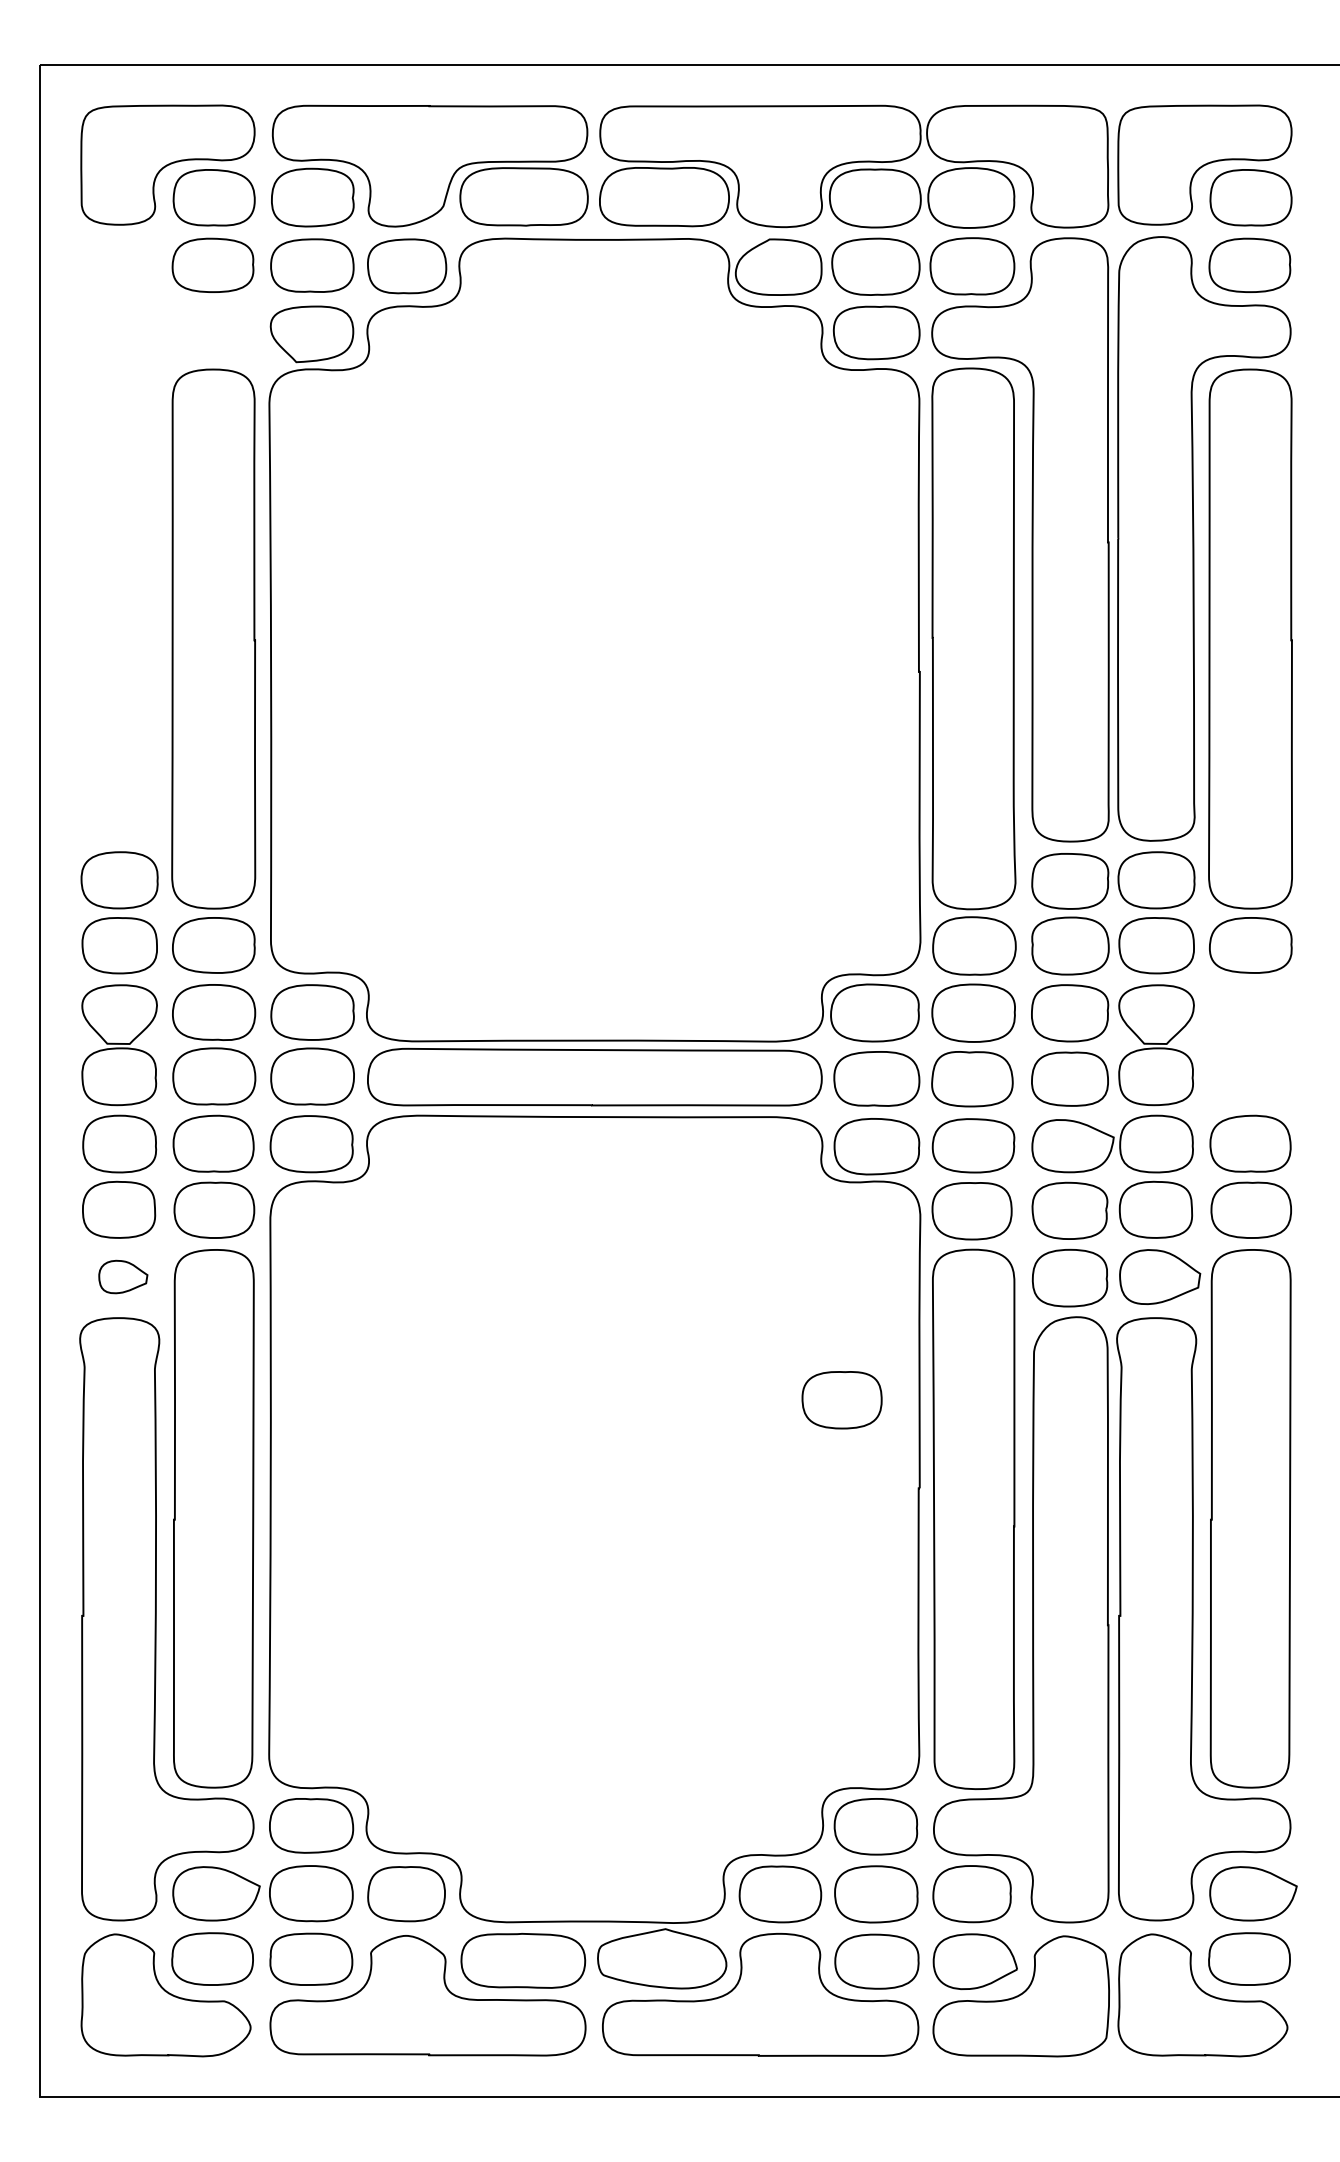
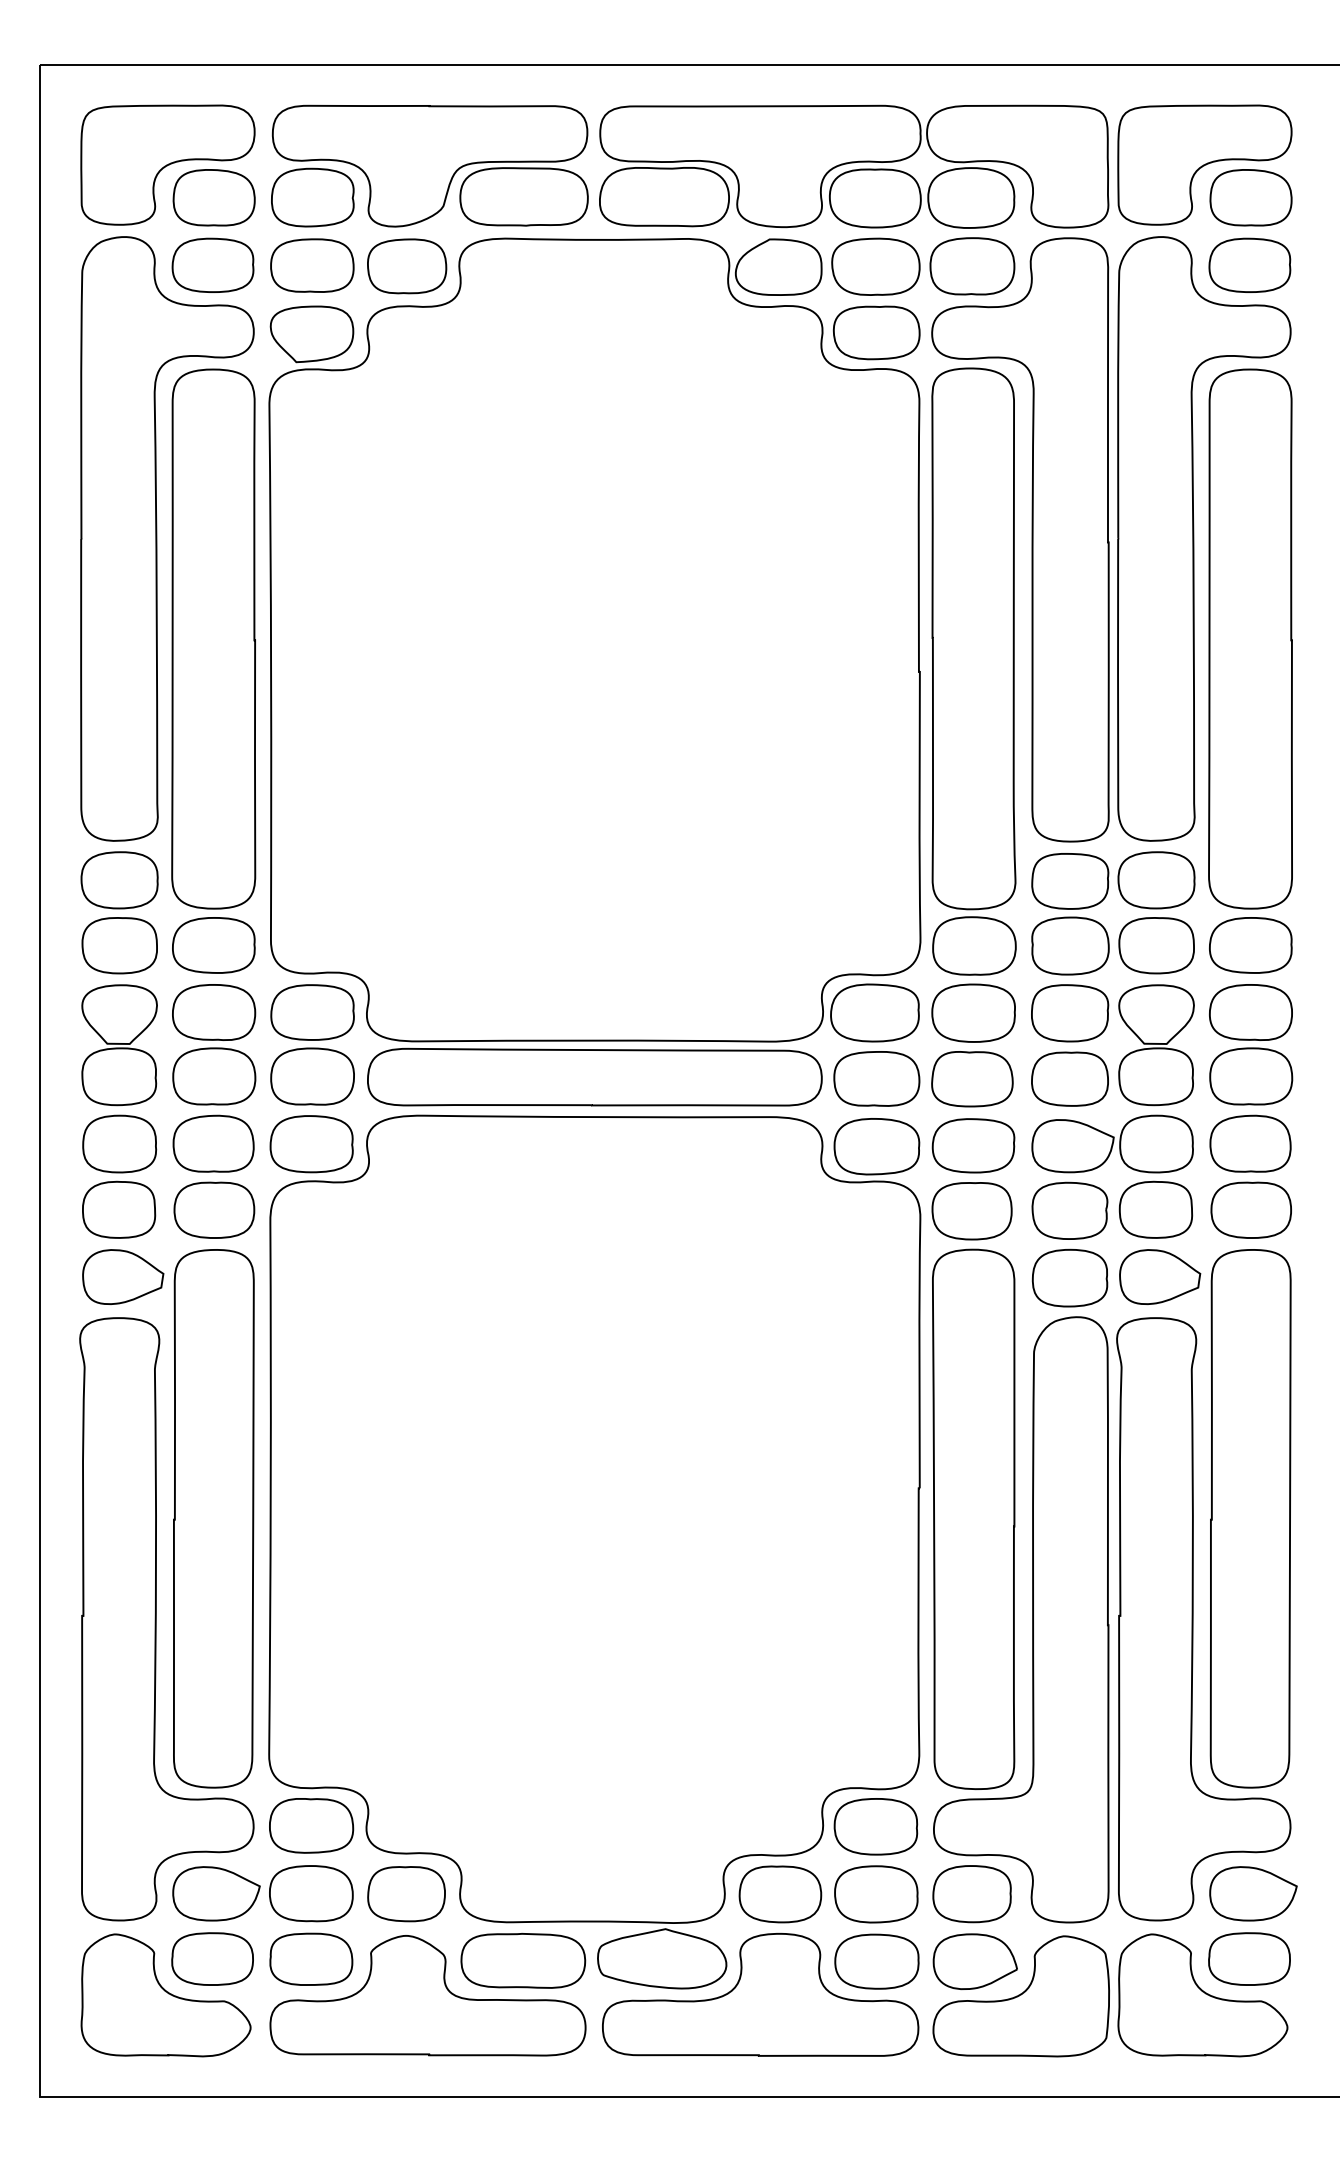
part at (157, 538): none -> present
part at (1251, 1044): none -> present
part at (123, 1276) size: 51x36 px -> 83x56 px
part at (841, 1400): present -> none
